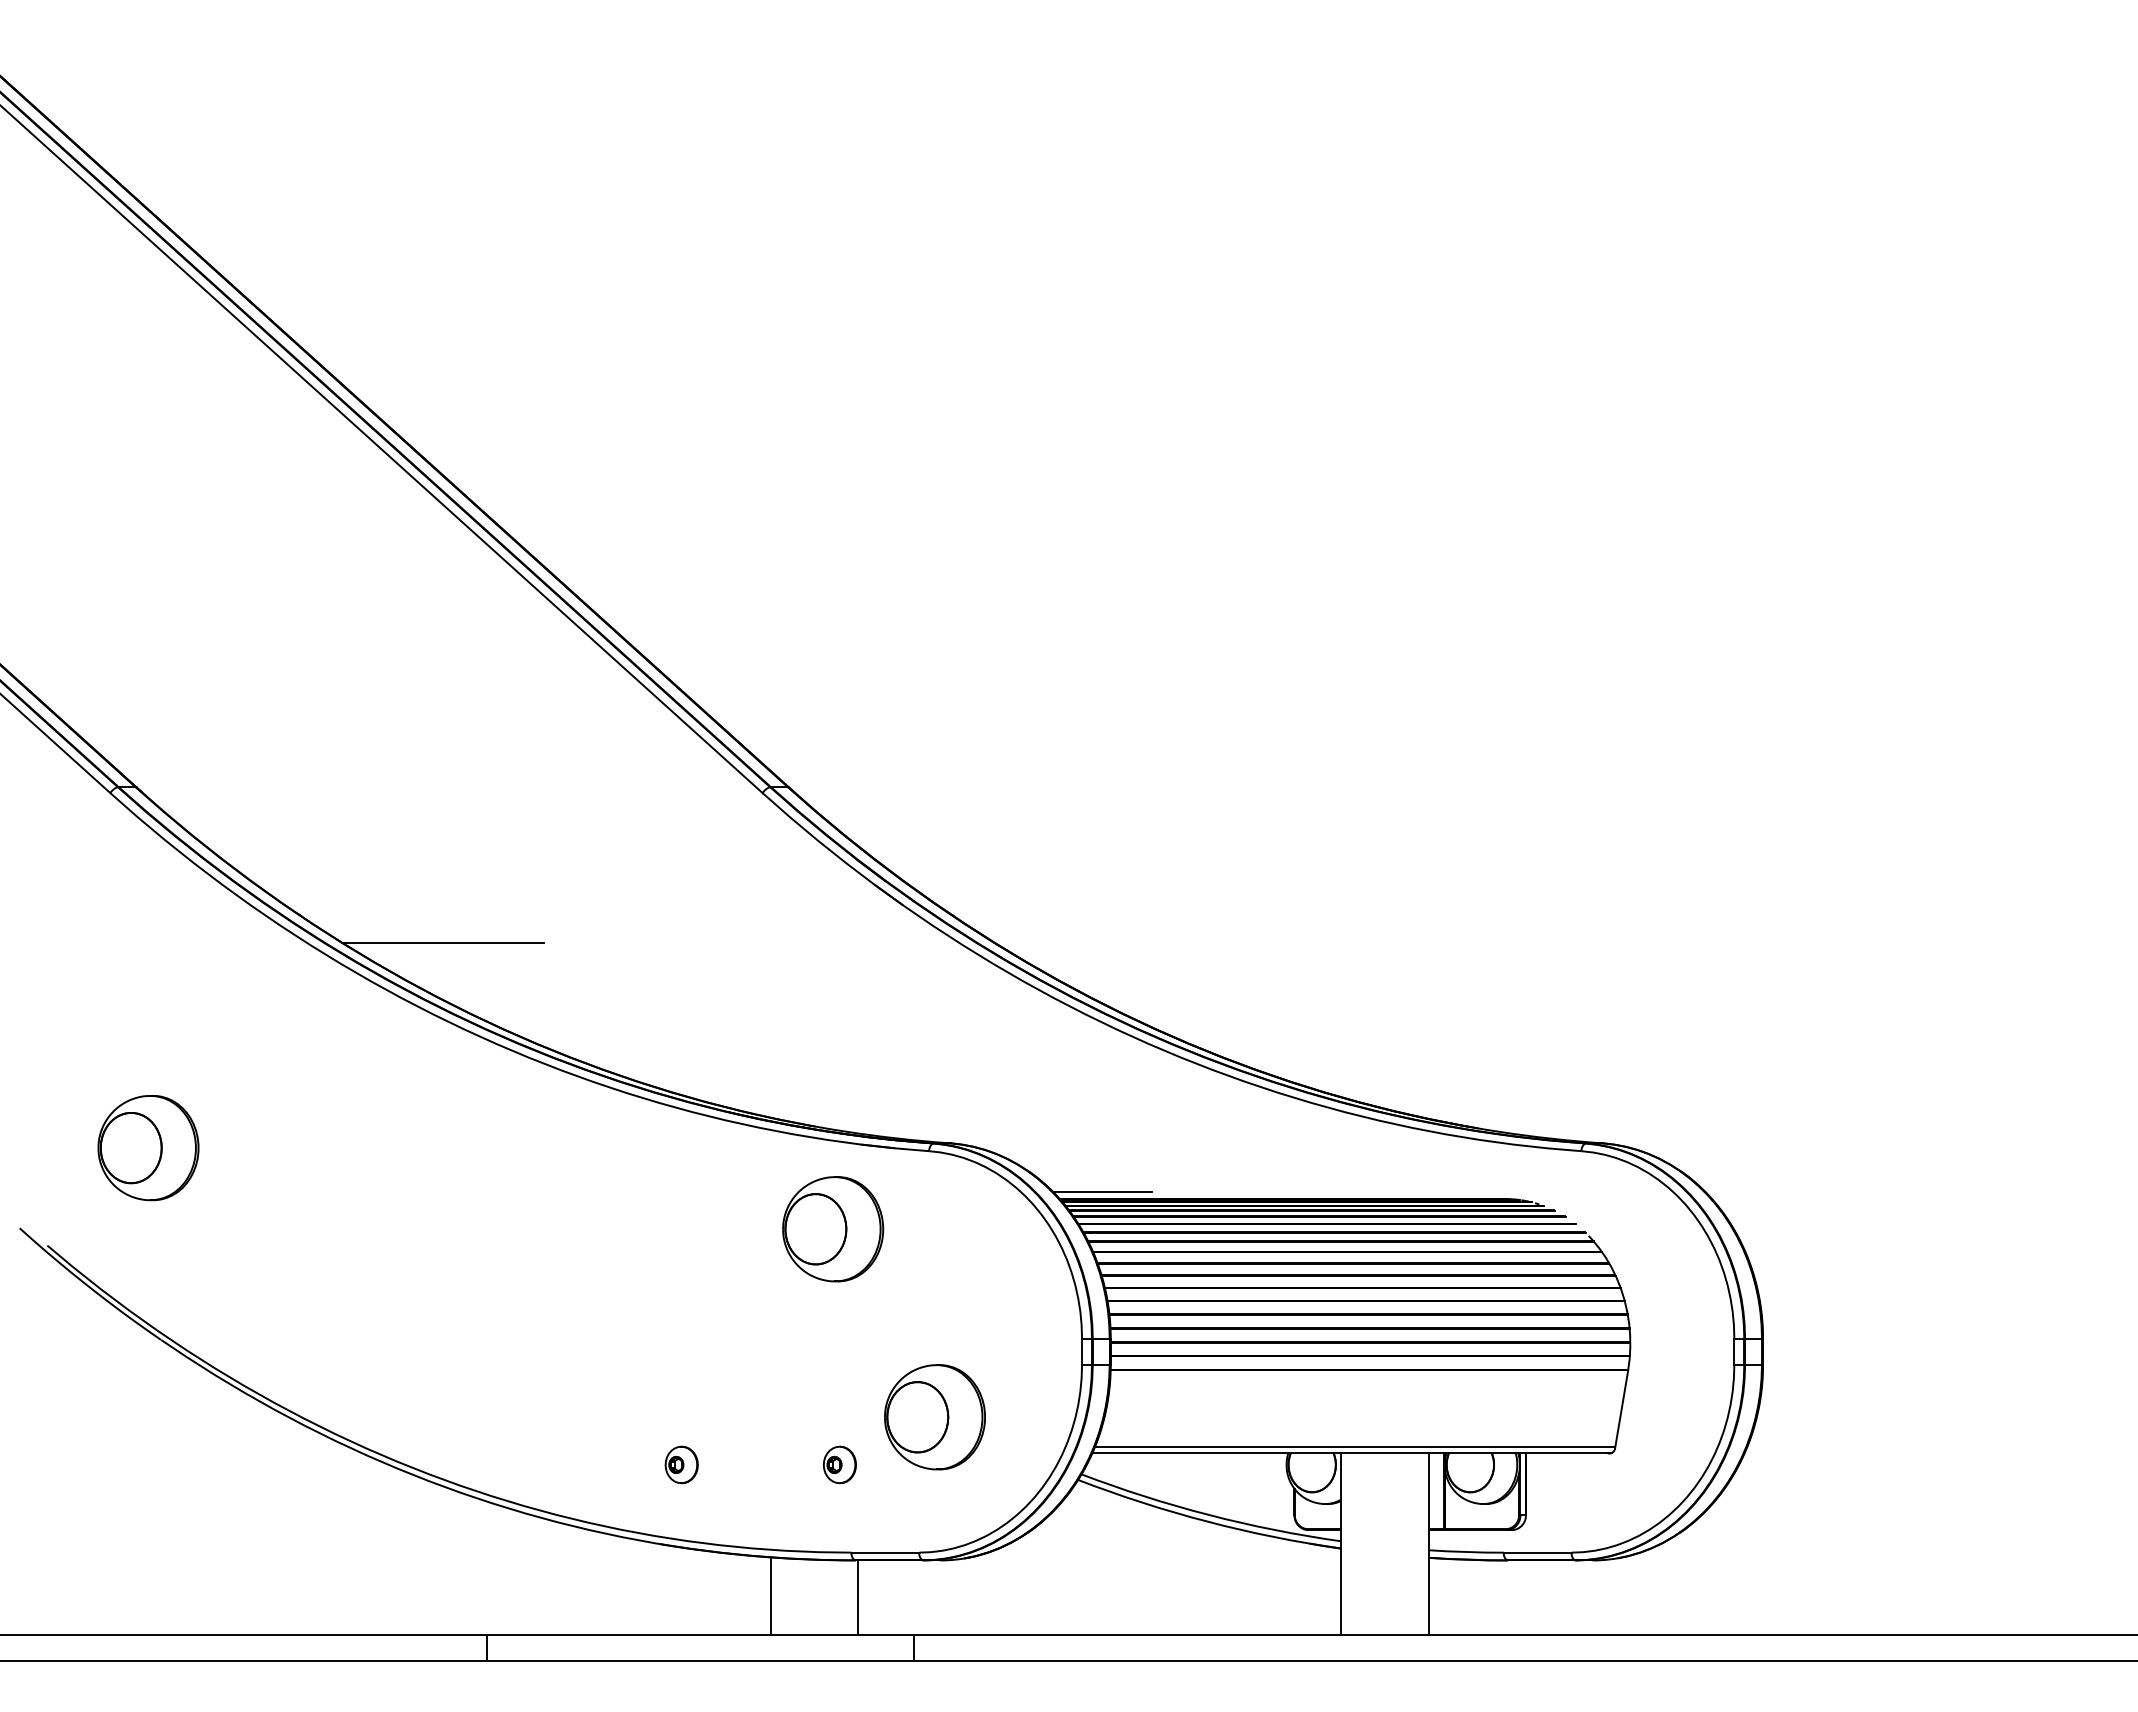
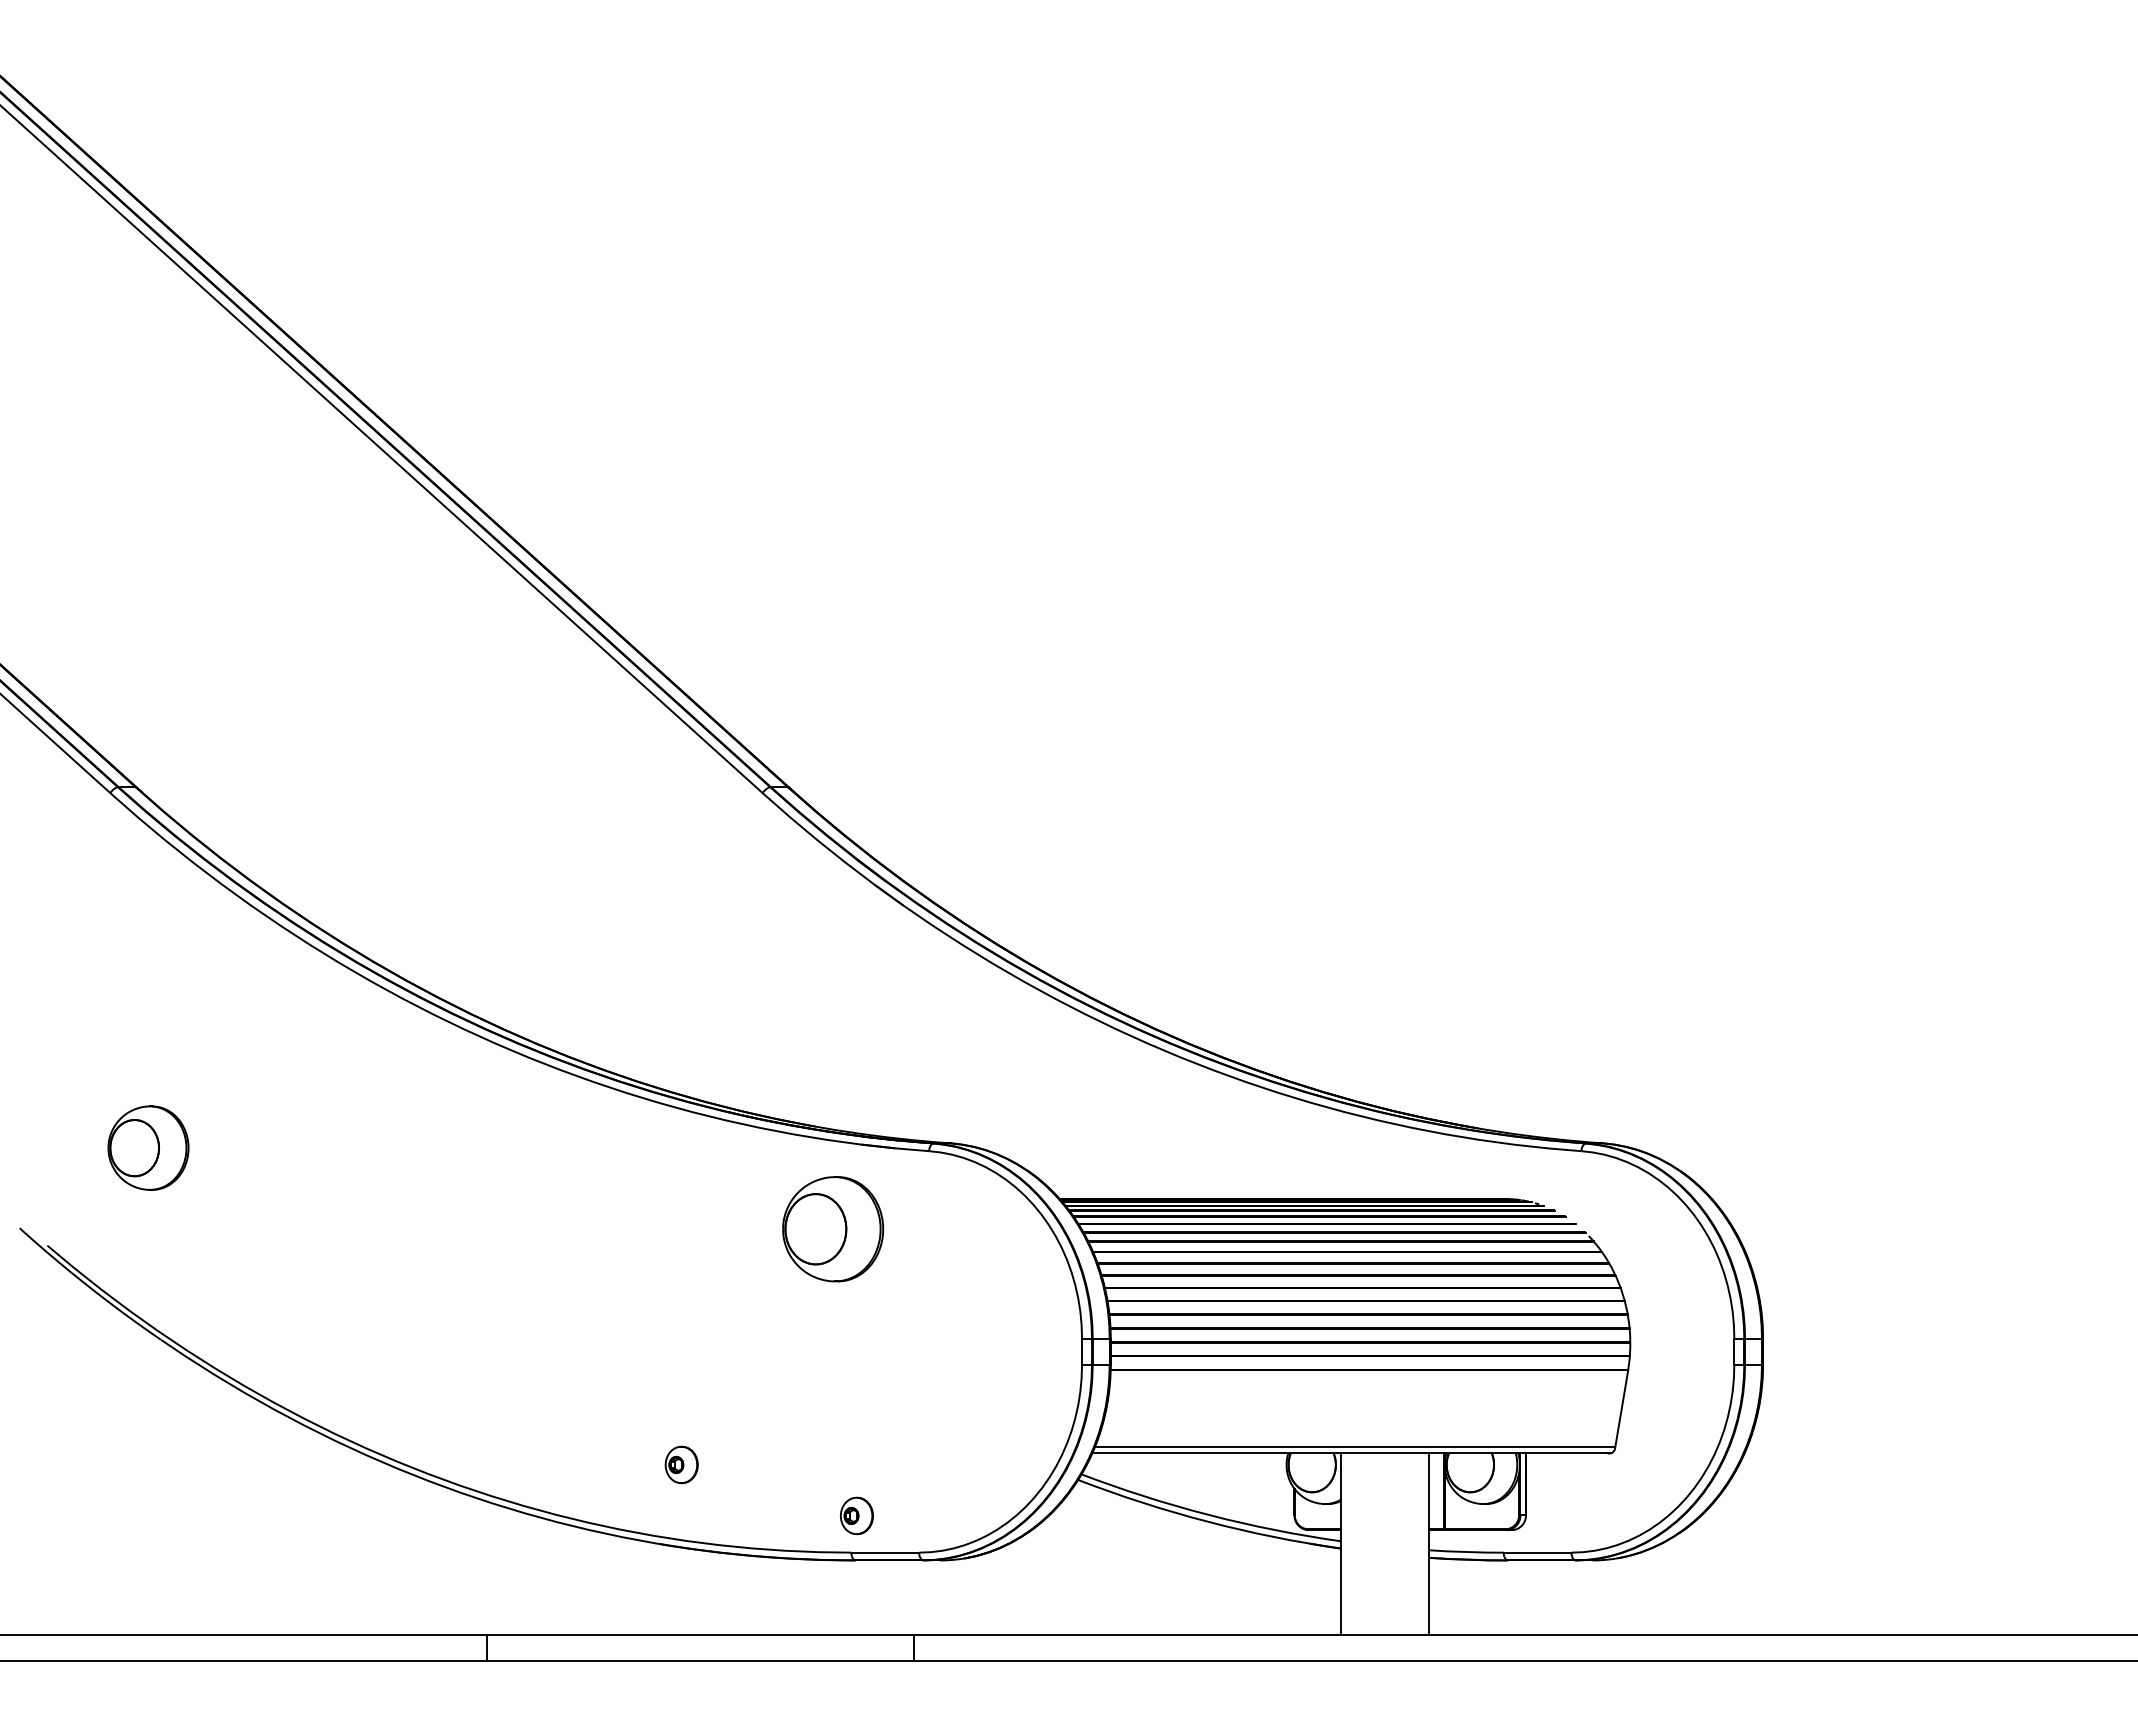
line at (443, 943): present -> none
part at (148, 1148) size: 103x107 px -> 83x86 px
line at (1102, 1191): present -> none
part at (934, 1417): present -> none
part at (839, 1464) position: (839, 1464) -> (856, 1515)
line at (770, 1595): present -> none
line at (858, 1597): present -> none
